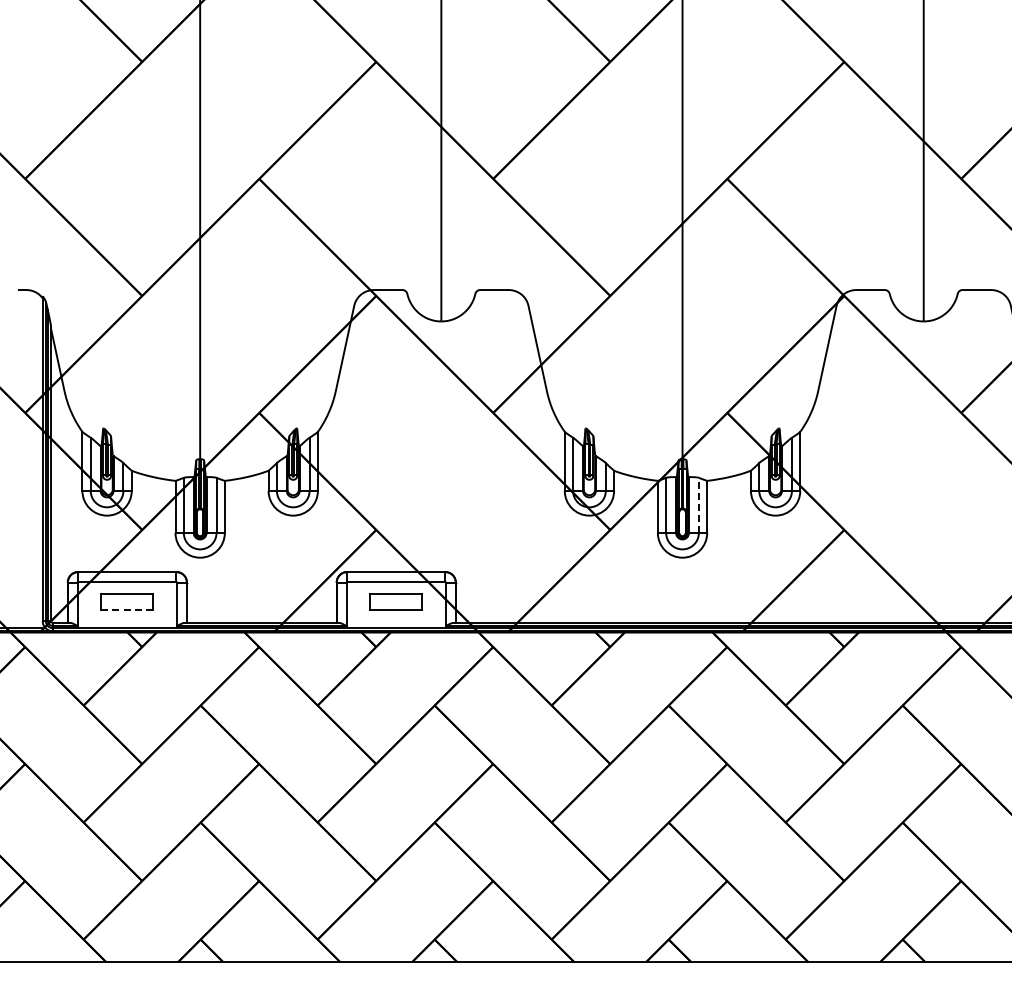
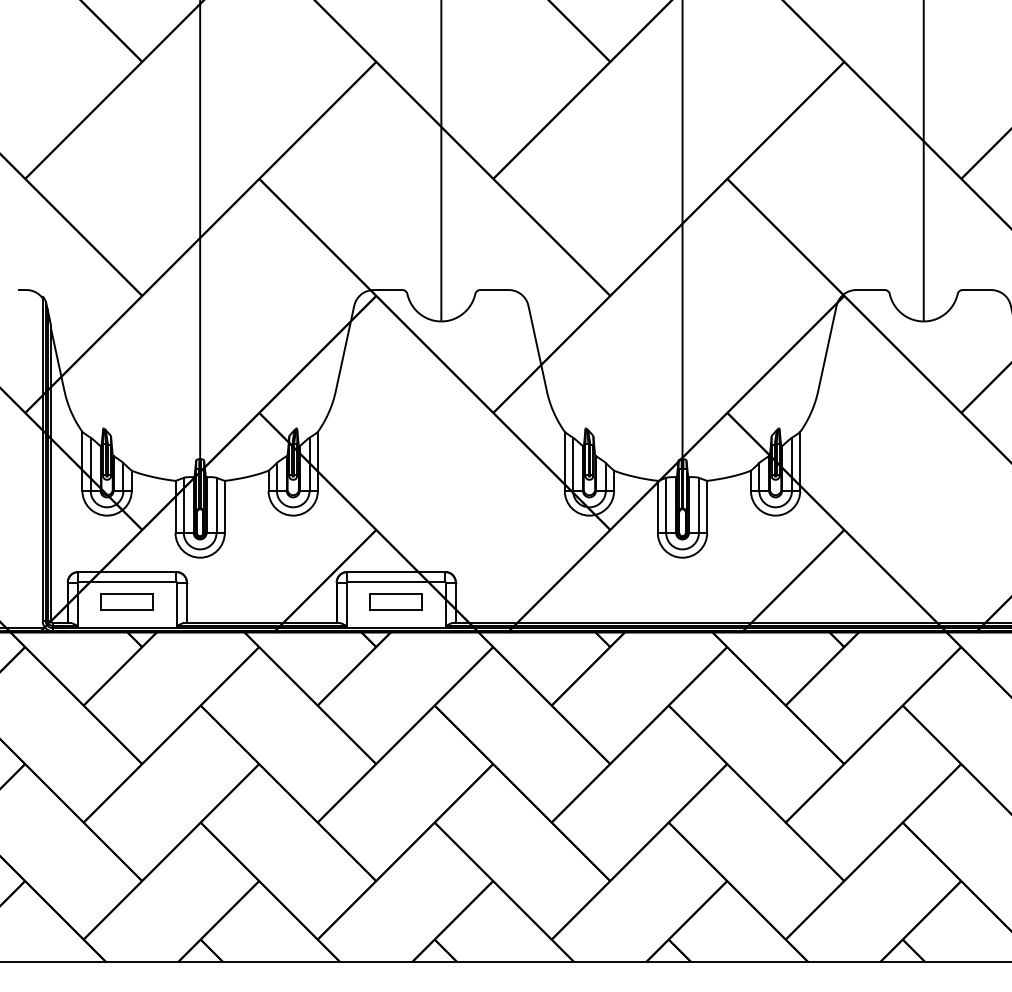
line at (698, 505): dashed -> solid
line at (127, 609): dashed -> solid
